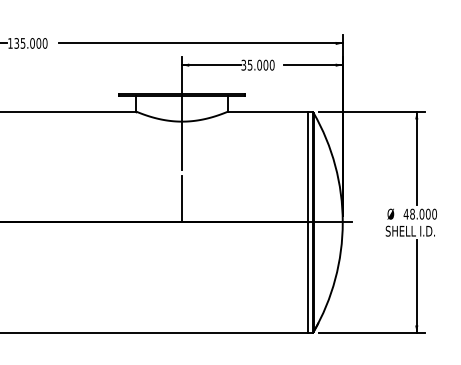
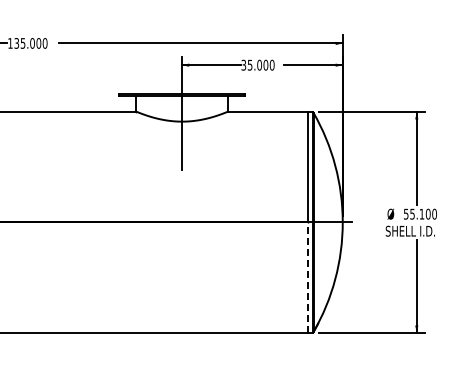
line at (182, 199): present -> none
text at (413, 213): 48.000 -> 55.100
line at (308, 277): solid -> dashed
